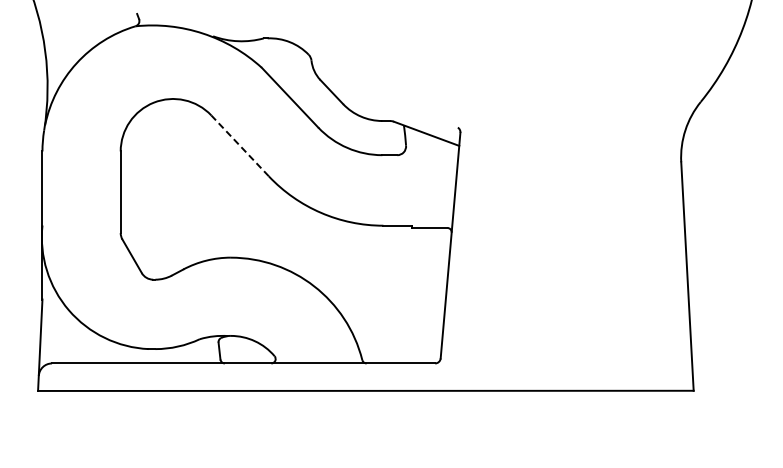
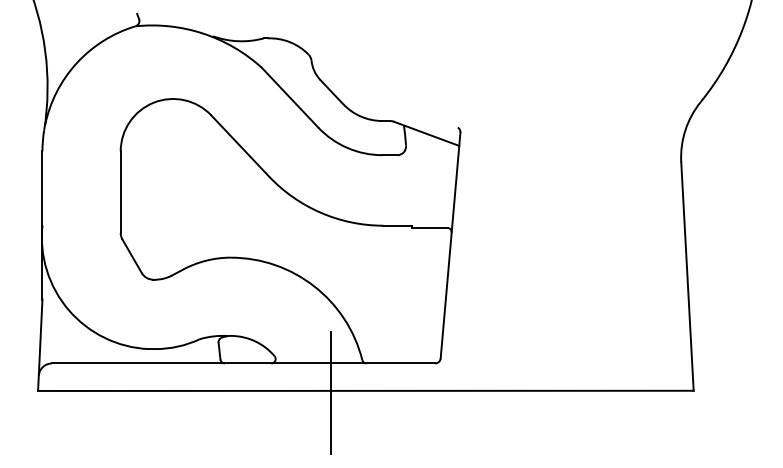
line at (240, 145): dashed -> solid
line at (330, 392): none -> present
